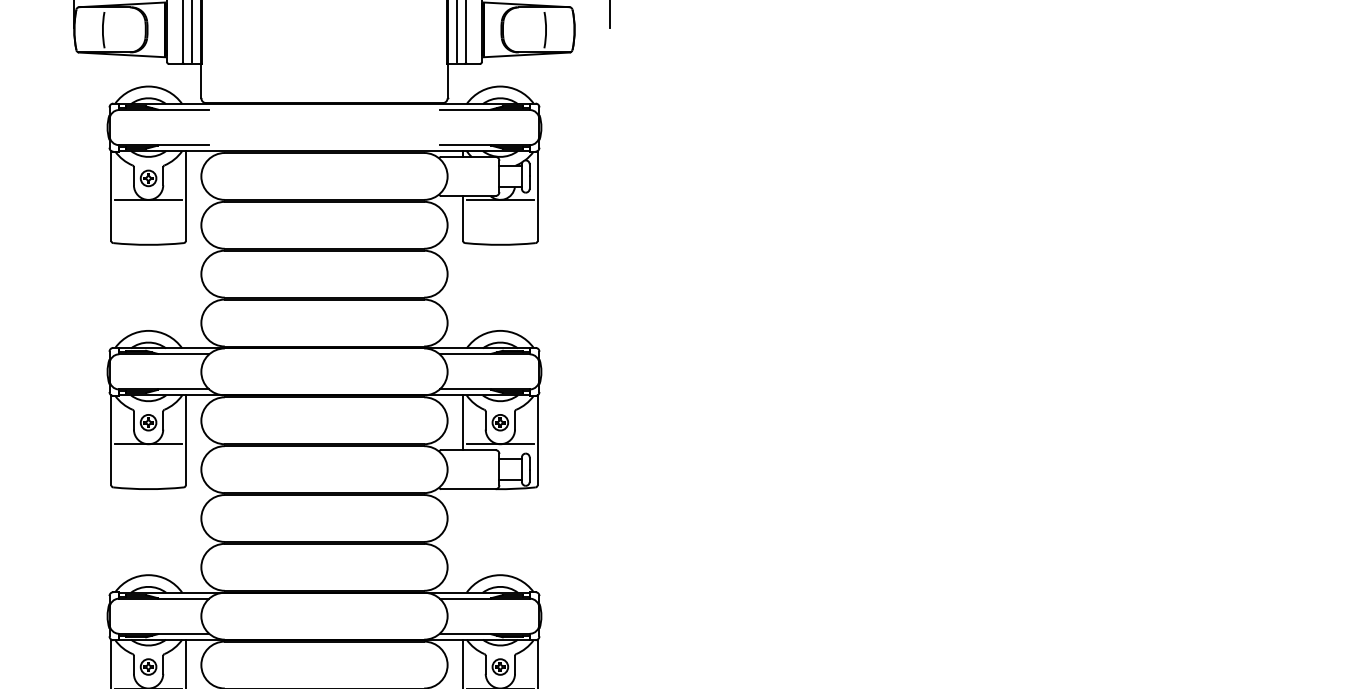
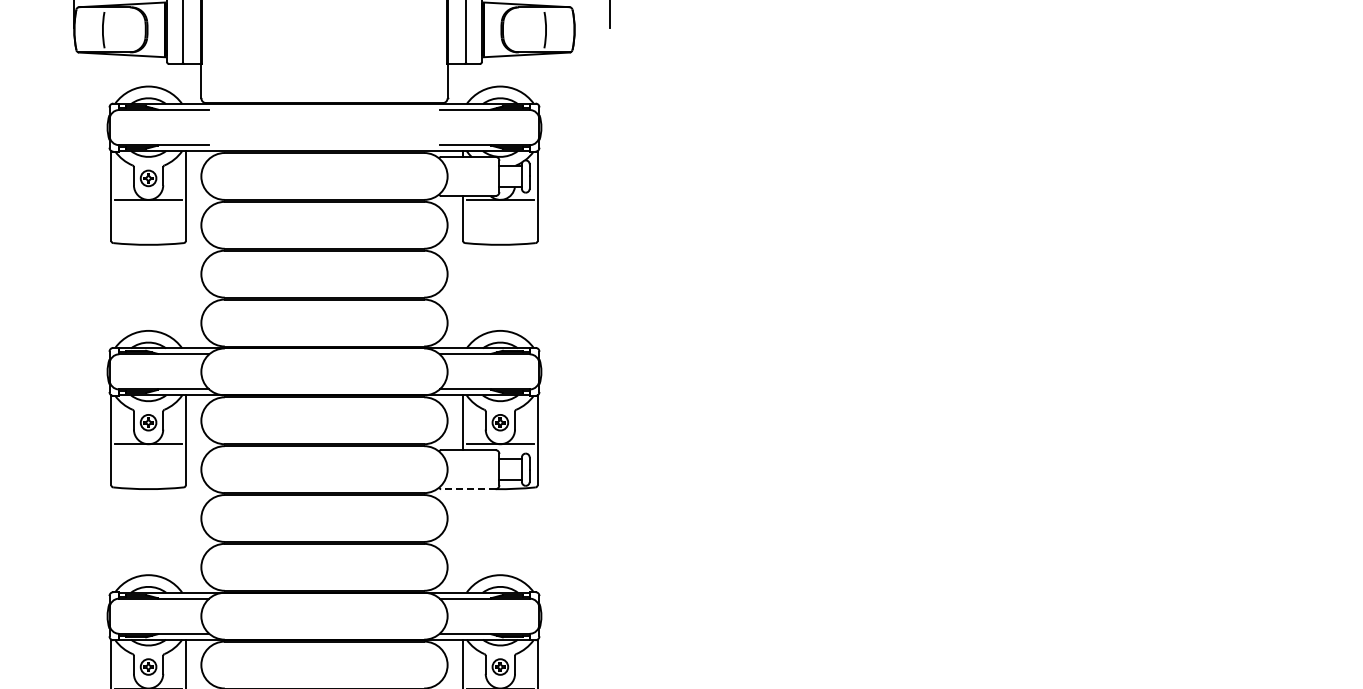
line at (191, 32): present -> none
line at (457, 32): present -> none
line at (467, 489): solid -> dashed
